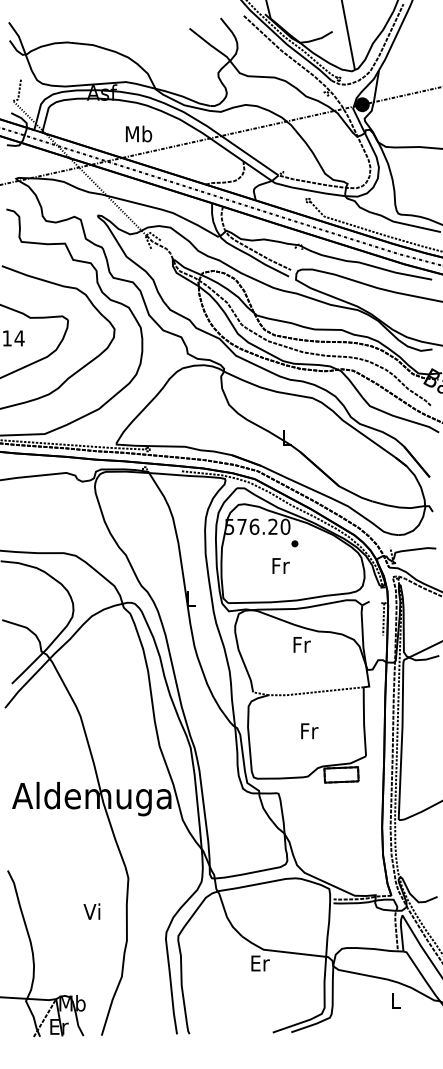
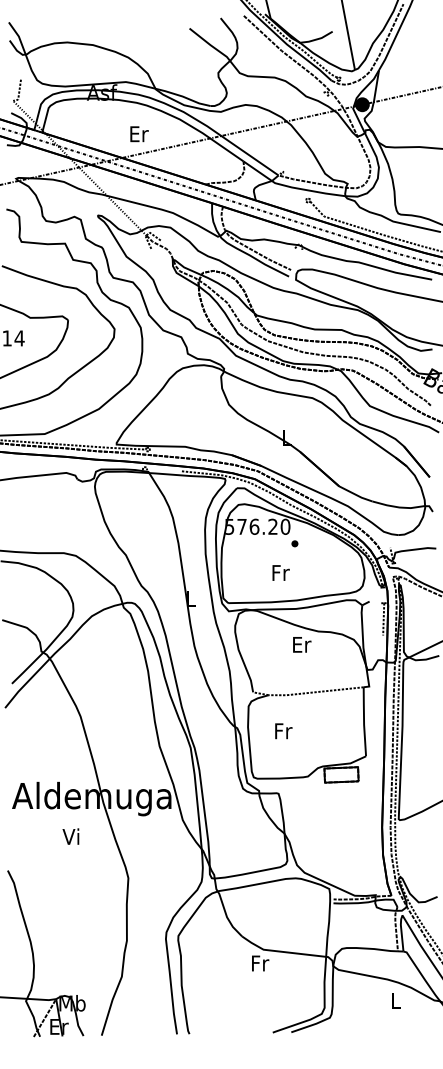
text at (139, 133): Mb -> Er
text at (280, 565) position: (280, 565) -> (280, 572)
text at (302, 644): Fr -> Er
text at (309, 731) position: (309, 731) -> (283, 731)
text at (91, 911) position: (91, 911) -> (70, 836)
text at (260, 963): Er -> Fr
